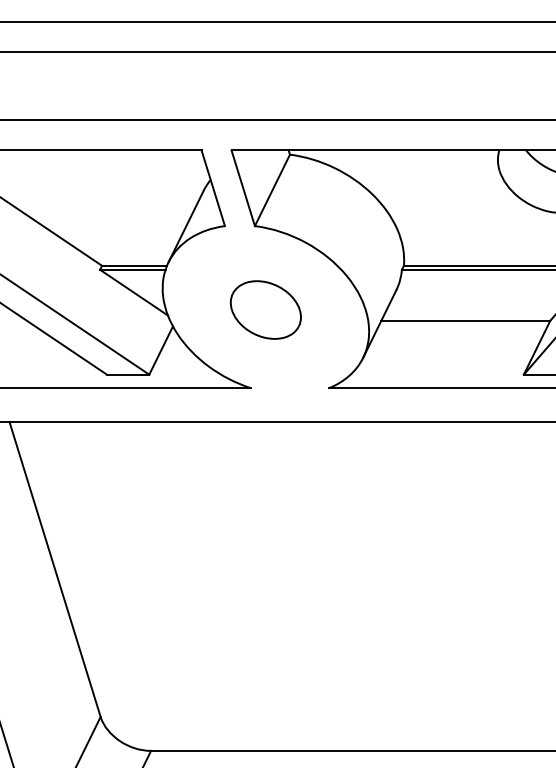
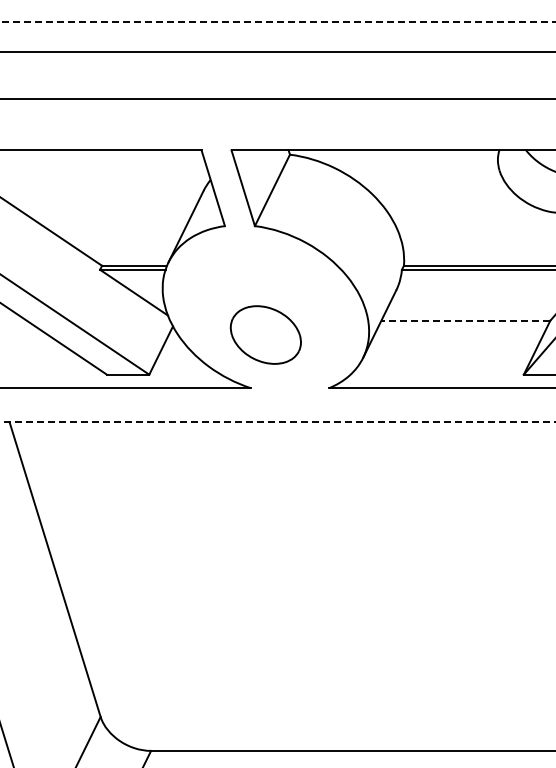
line at (277, 22): solid -> dashed
line at (277, 120) position: (277, 120) -> (277, 99)
part at (265, 309) position: (265, 309) -> (265, 334)
line at (465, 320): solid -> dashed
line at (277, 422): solid -> dashed
